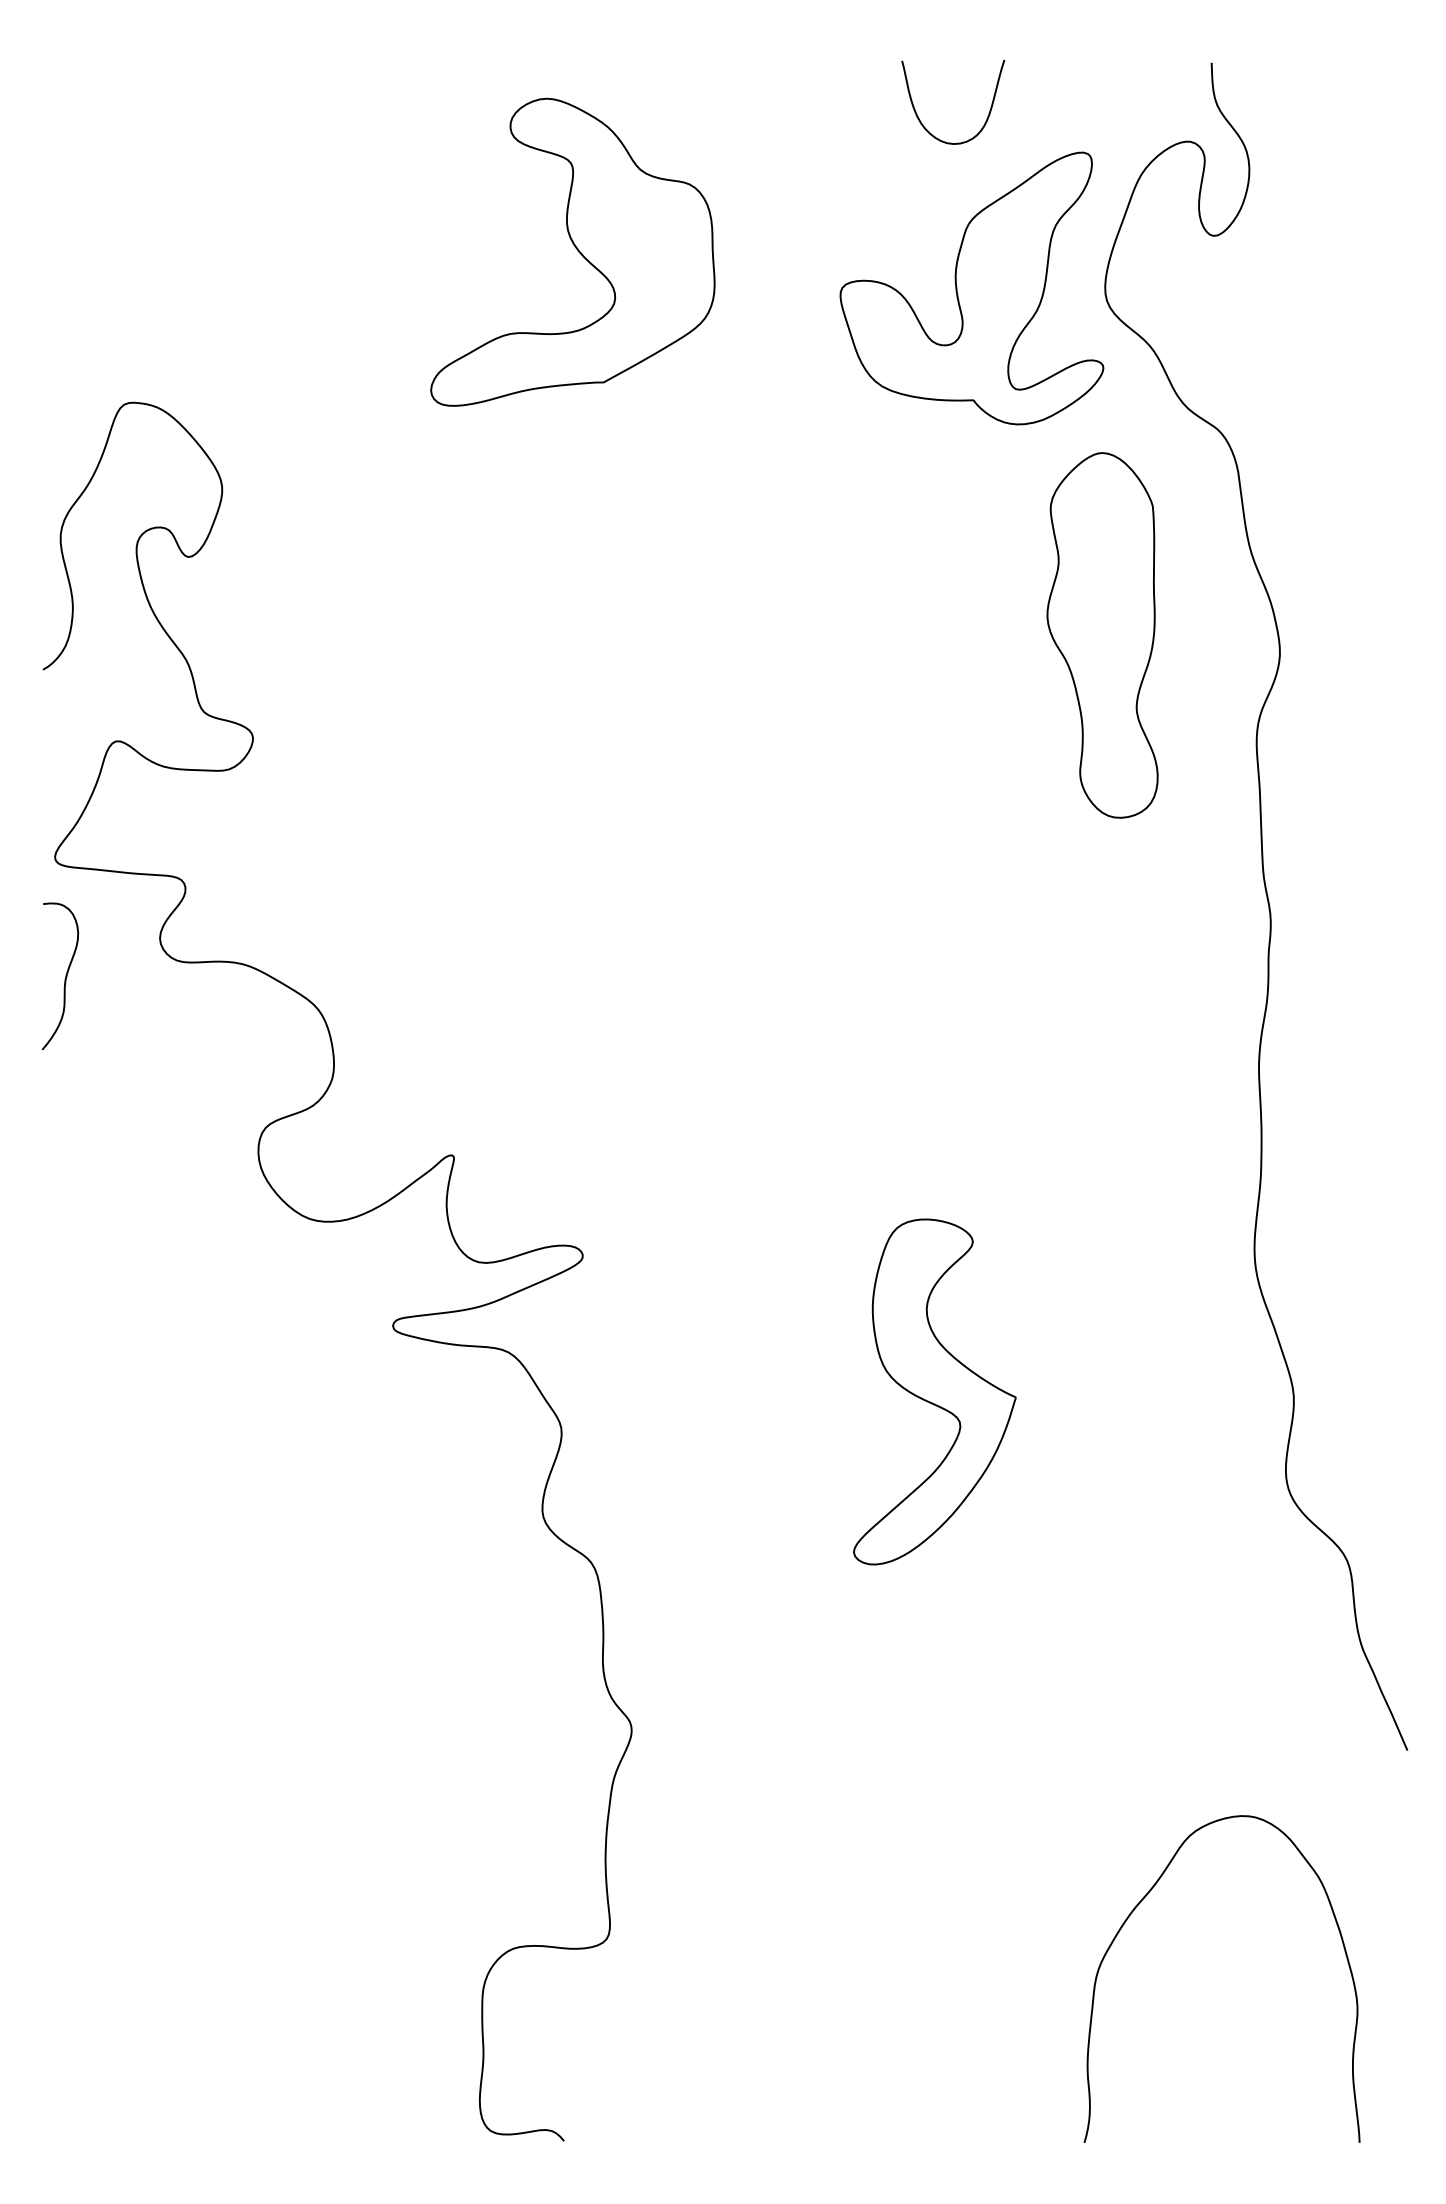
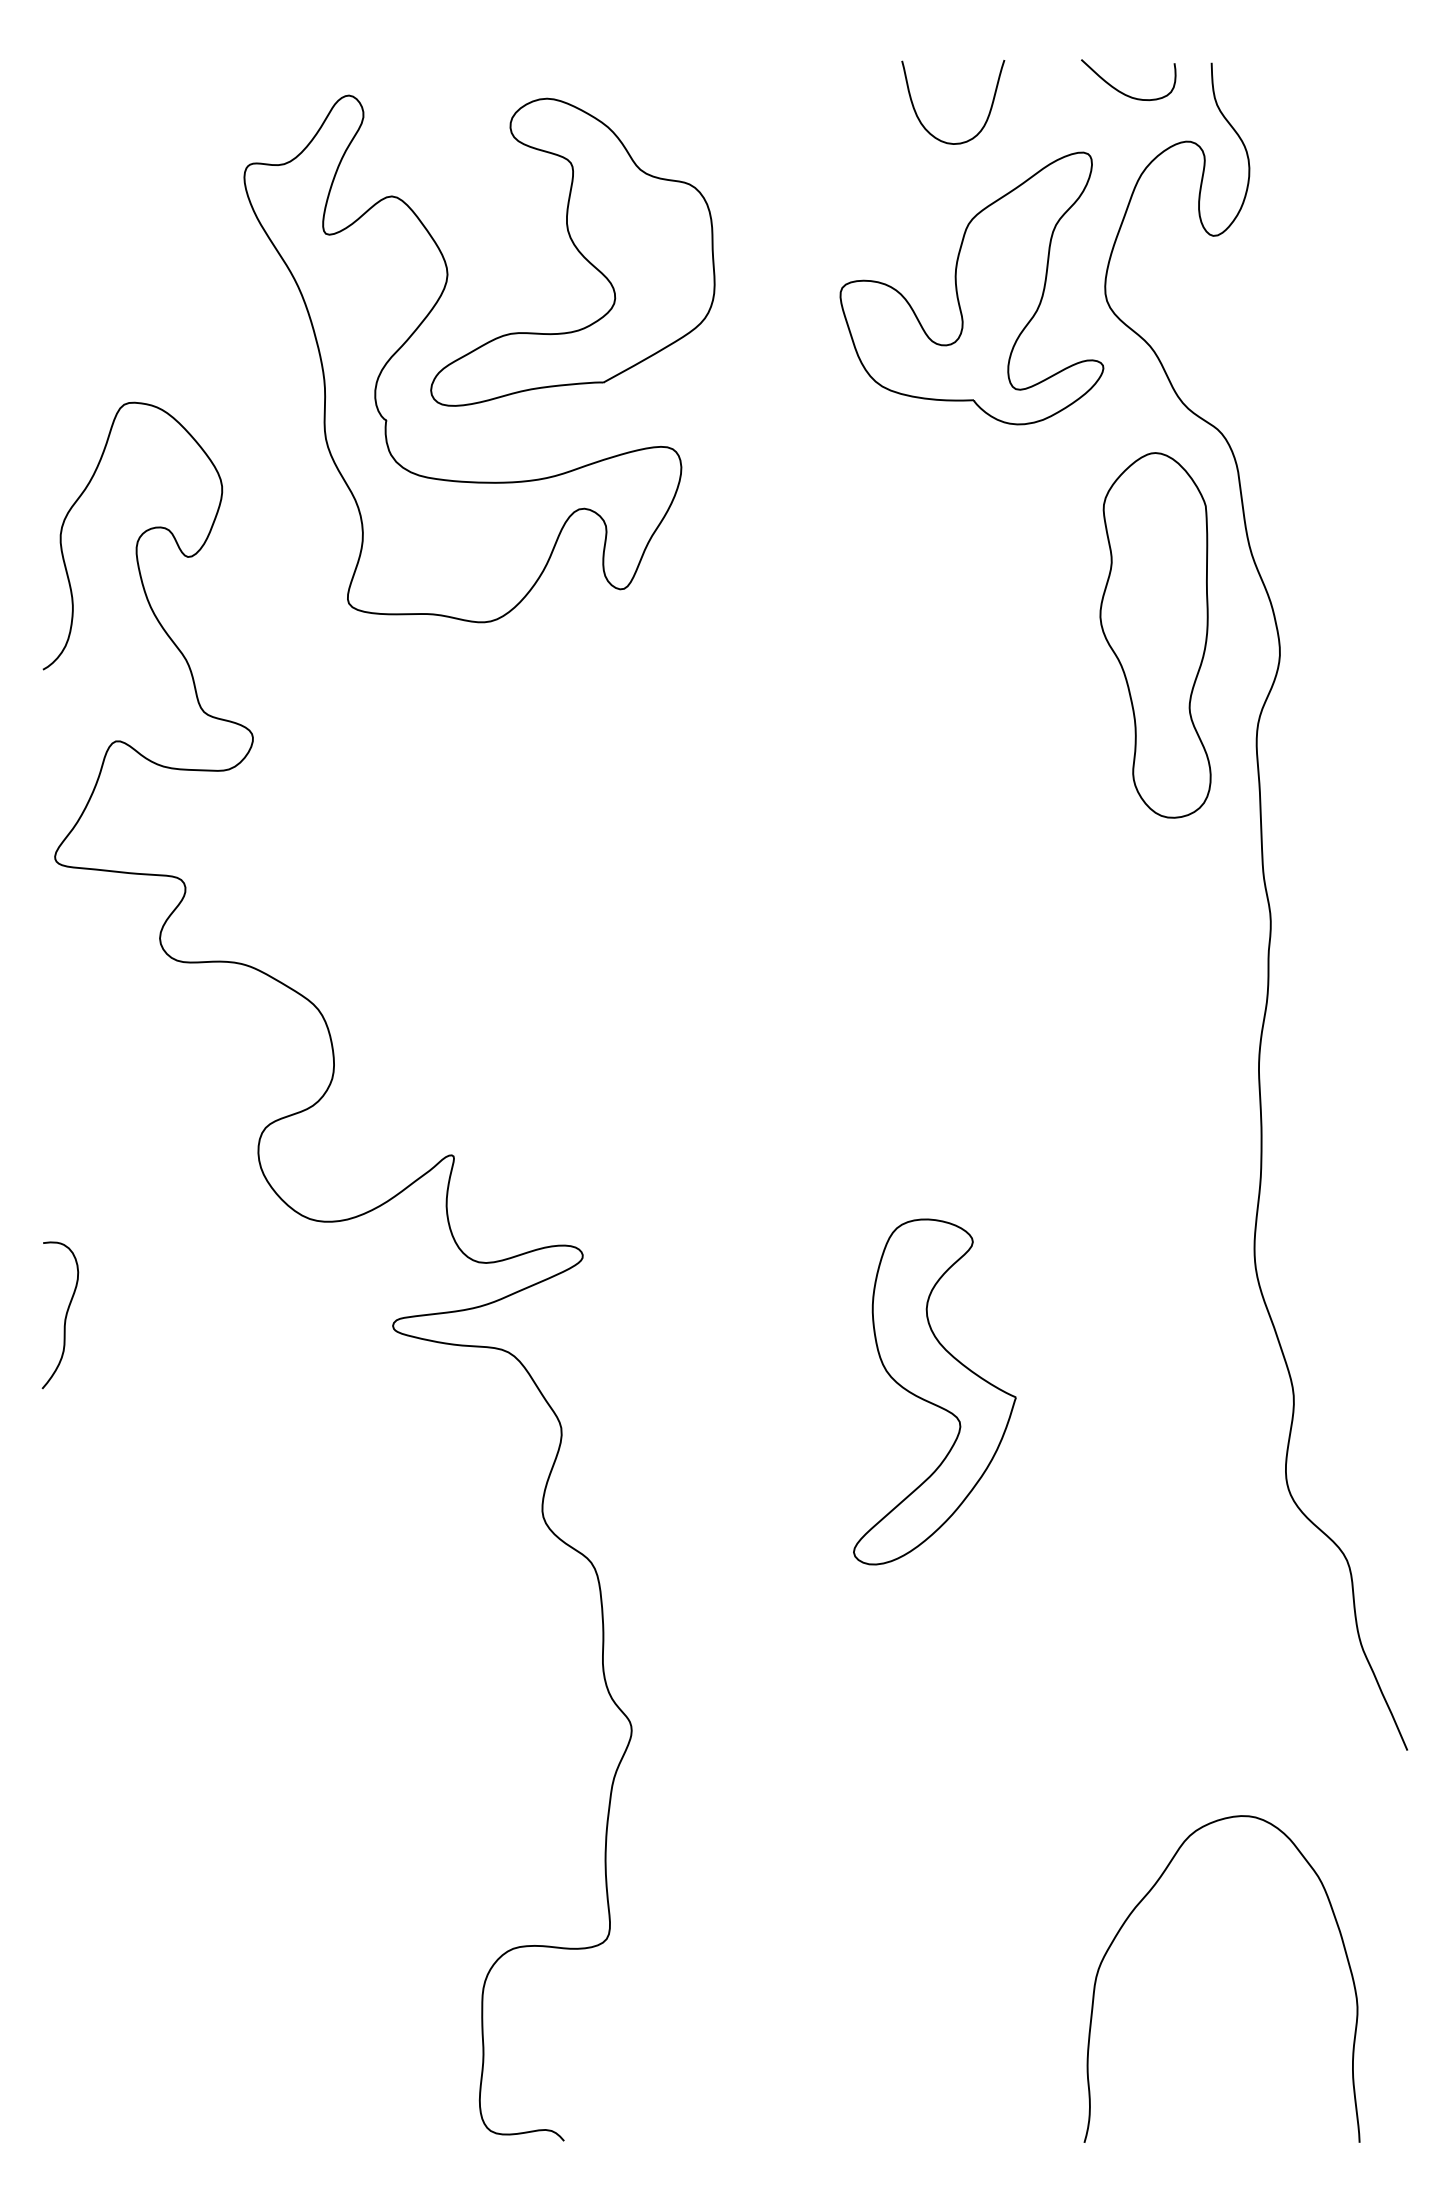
curve at (1123, 92): none -> present
part at (419, 327): none -> present
part at (1102, 635) position: (1102, 635) -> (1155, 635)
curve at (65, 976) position: (65, 976) -> (65, 1315)
